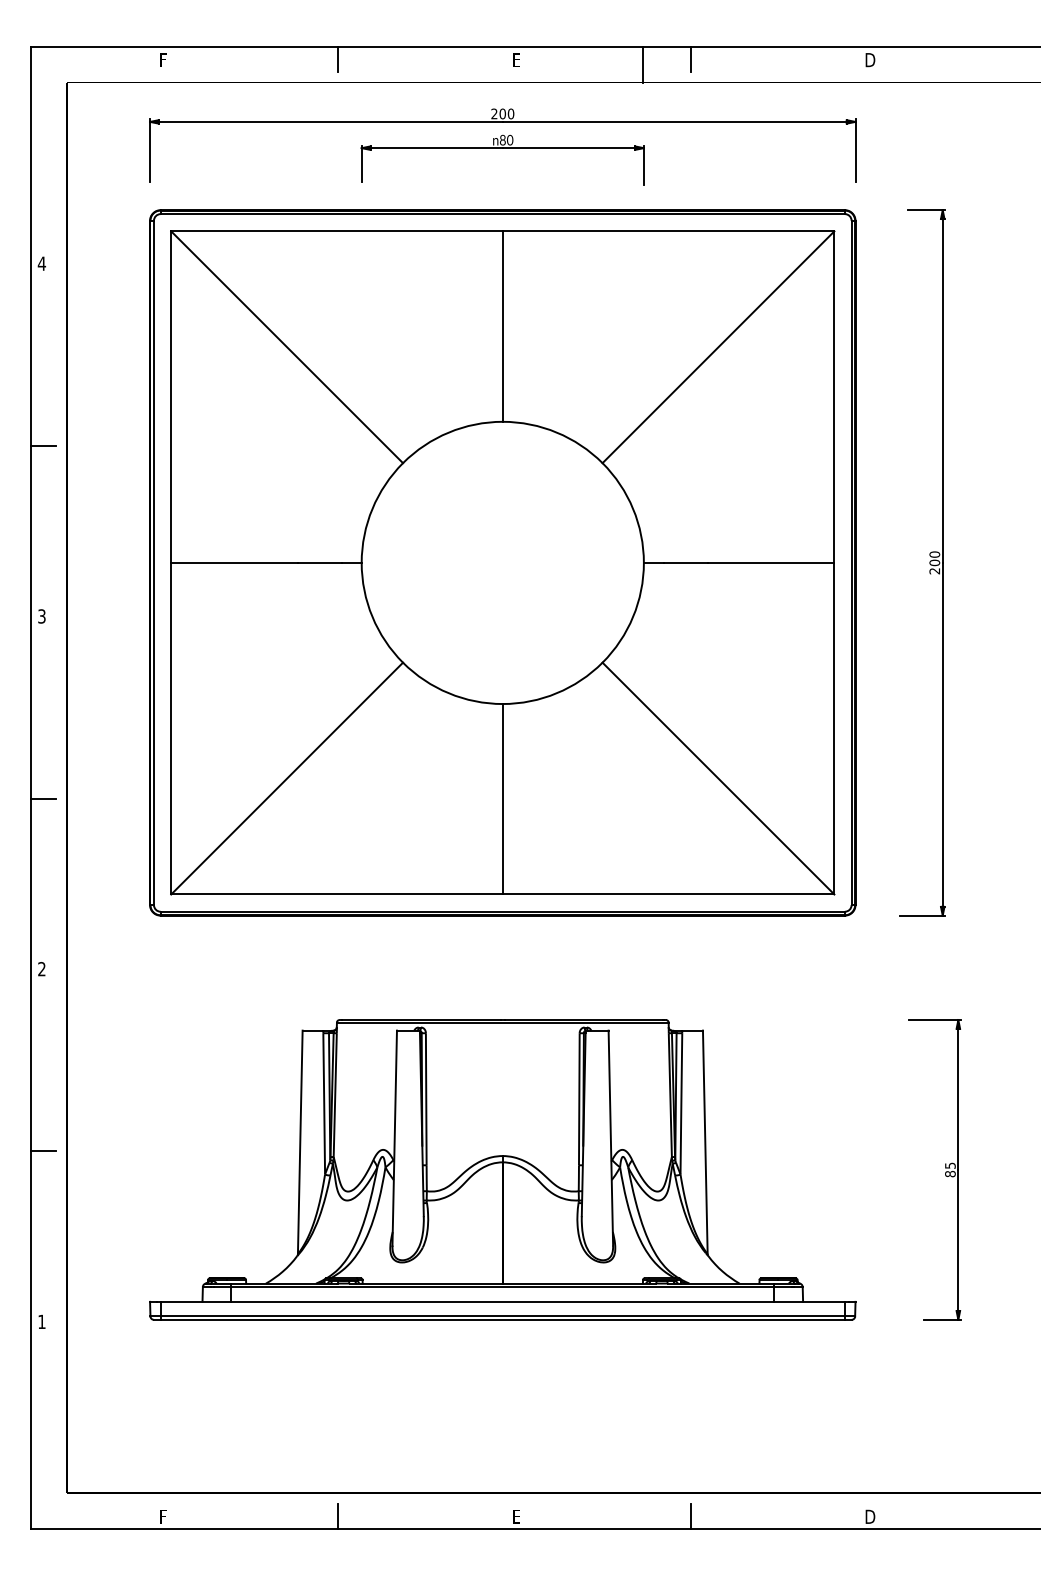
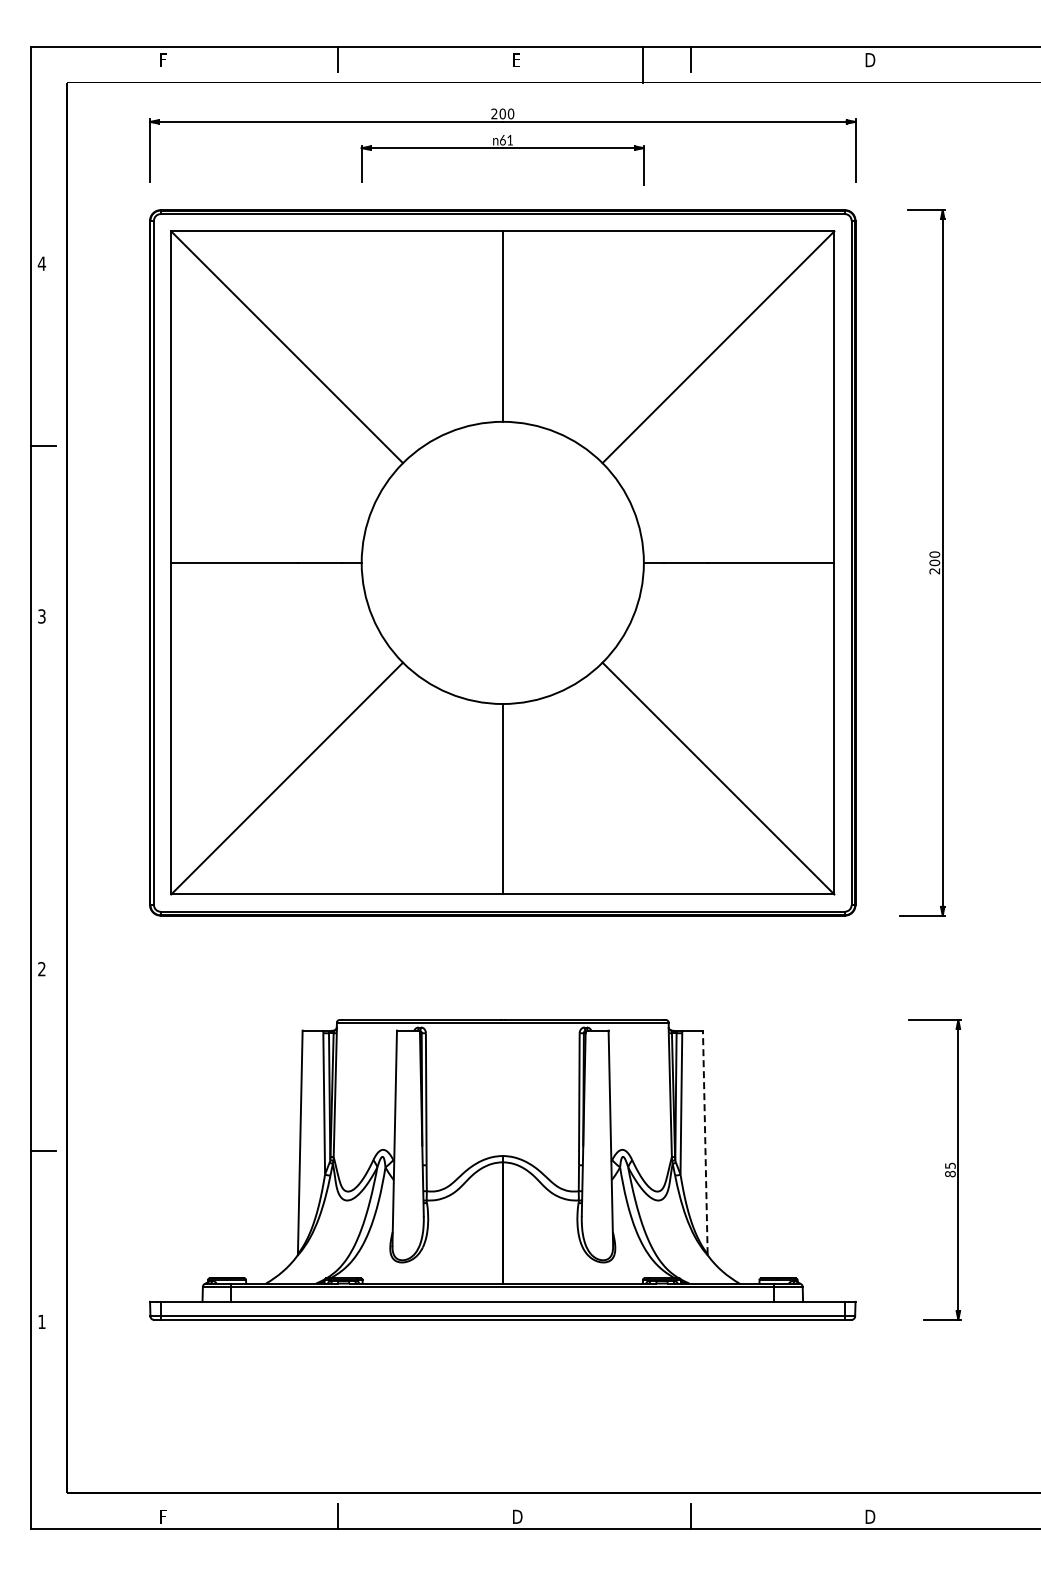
text at (506, 139): 80 -> 61
line at (43, 798): present -> none
line at (705, 1142): solid -> dashed
text at (517, 1516): E -> D
